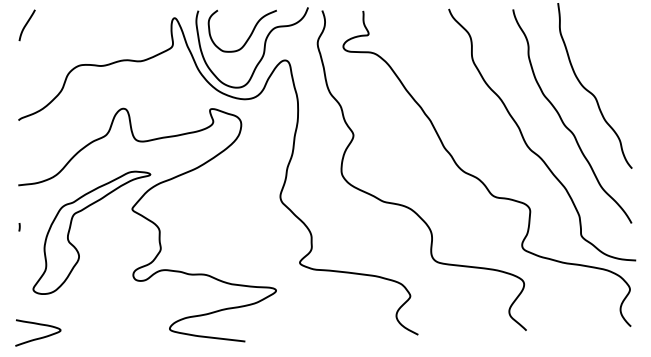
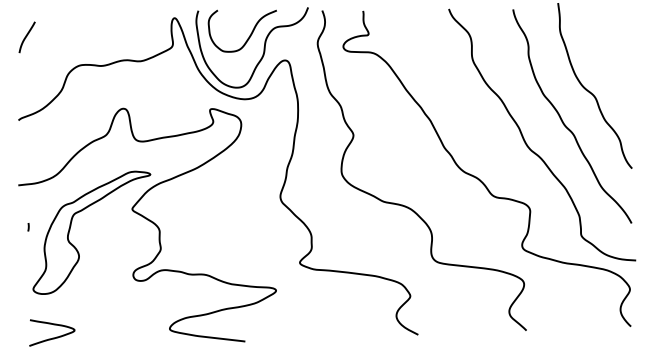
curve at (26, 25) position: (26, 25) -> (26, 37)
curve at (19, 227) position: (19, 227) -> (28, 227)
curve at (38, 337) position: (38, 337) -> (52, 337)
